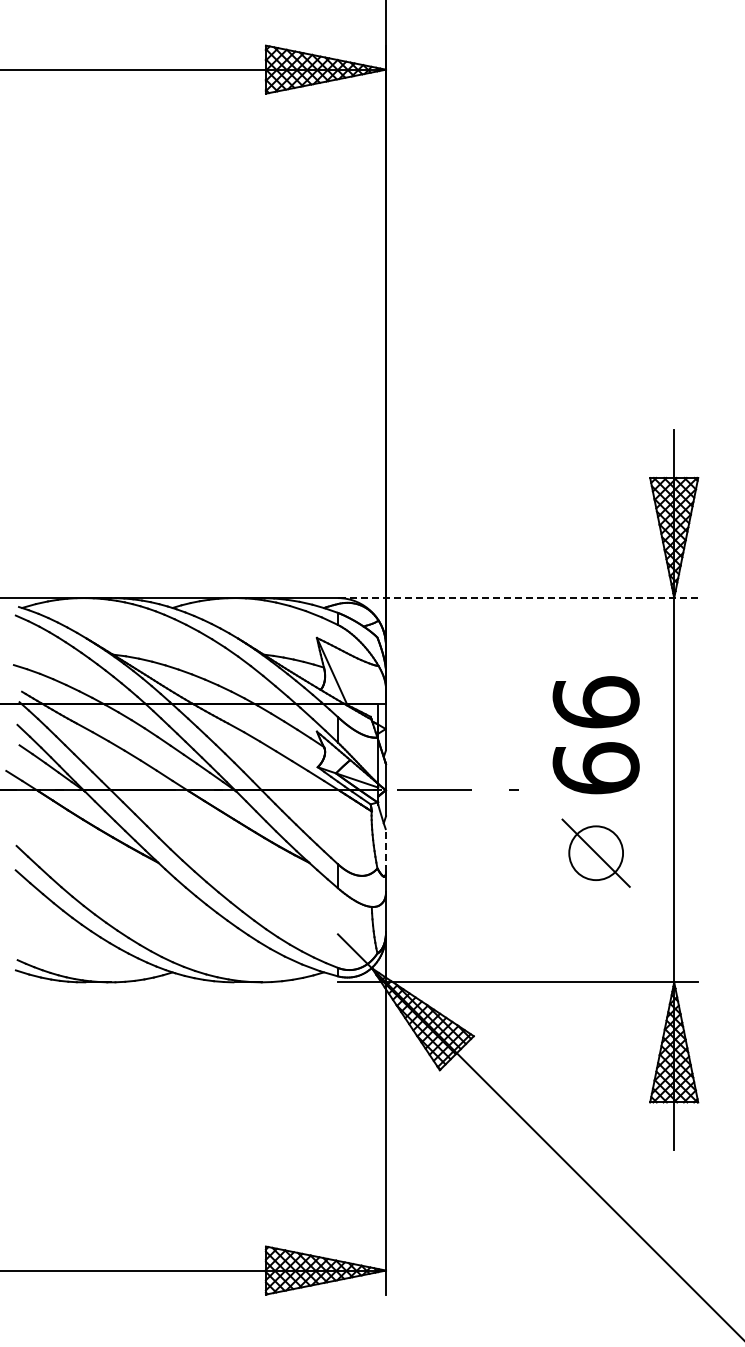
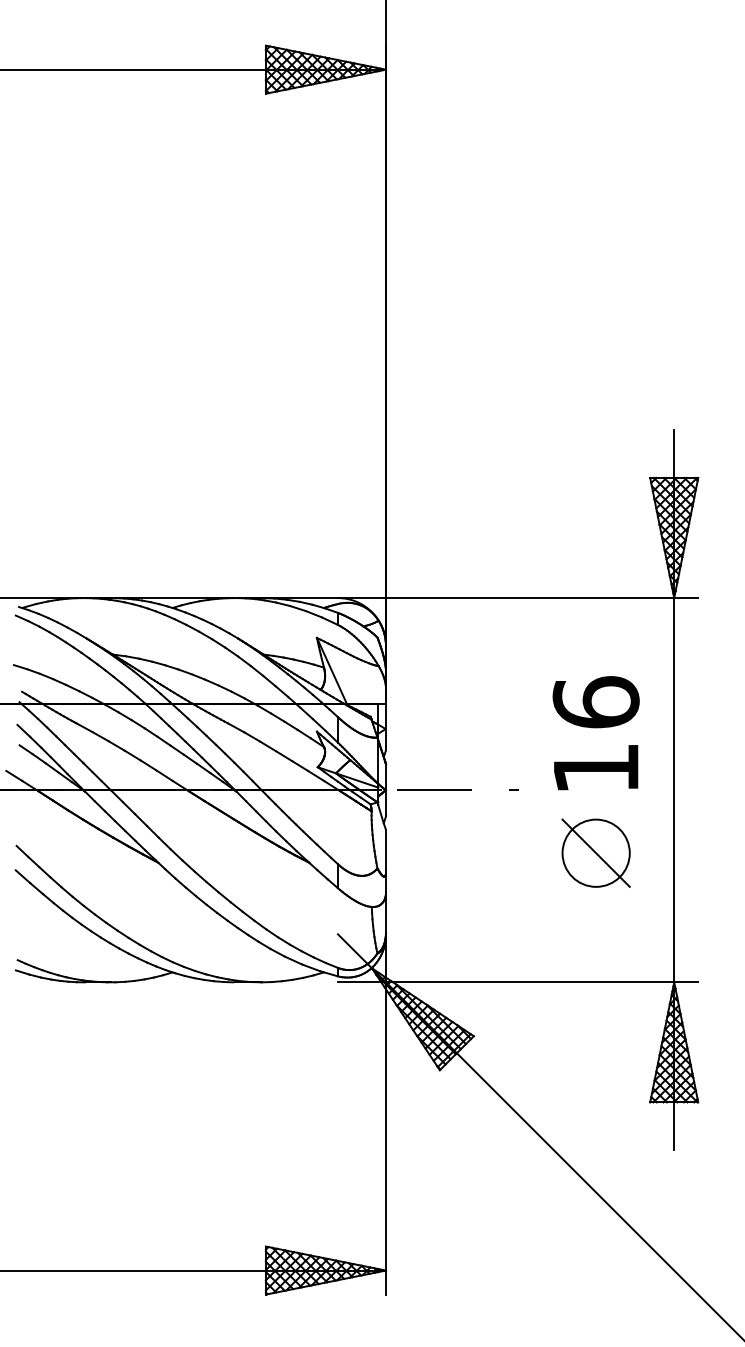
line at (517, 598): dashed -> solid
text at (595, 768): 66 -> 16
line at (386, 850): dashed -> solid
circle at (596, 853) diameter: 54 px -> 67 px
